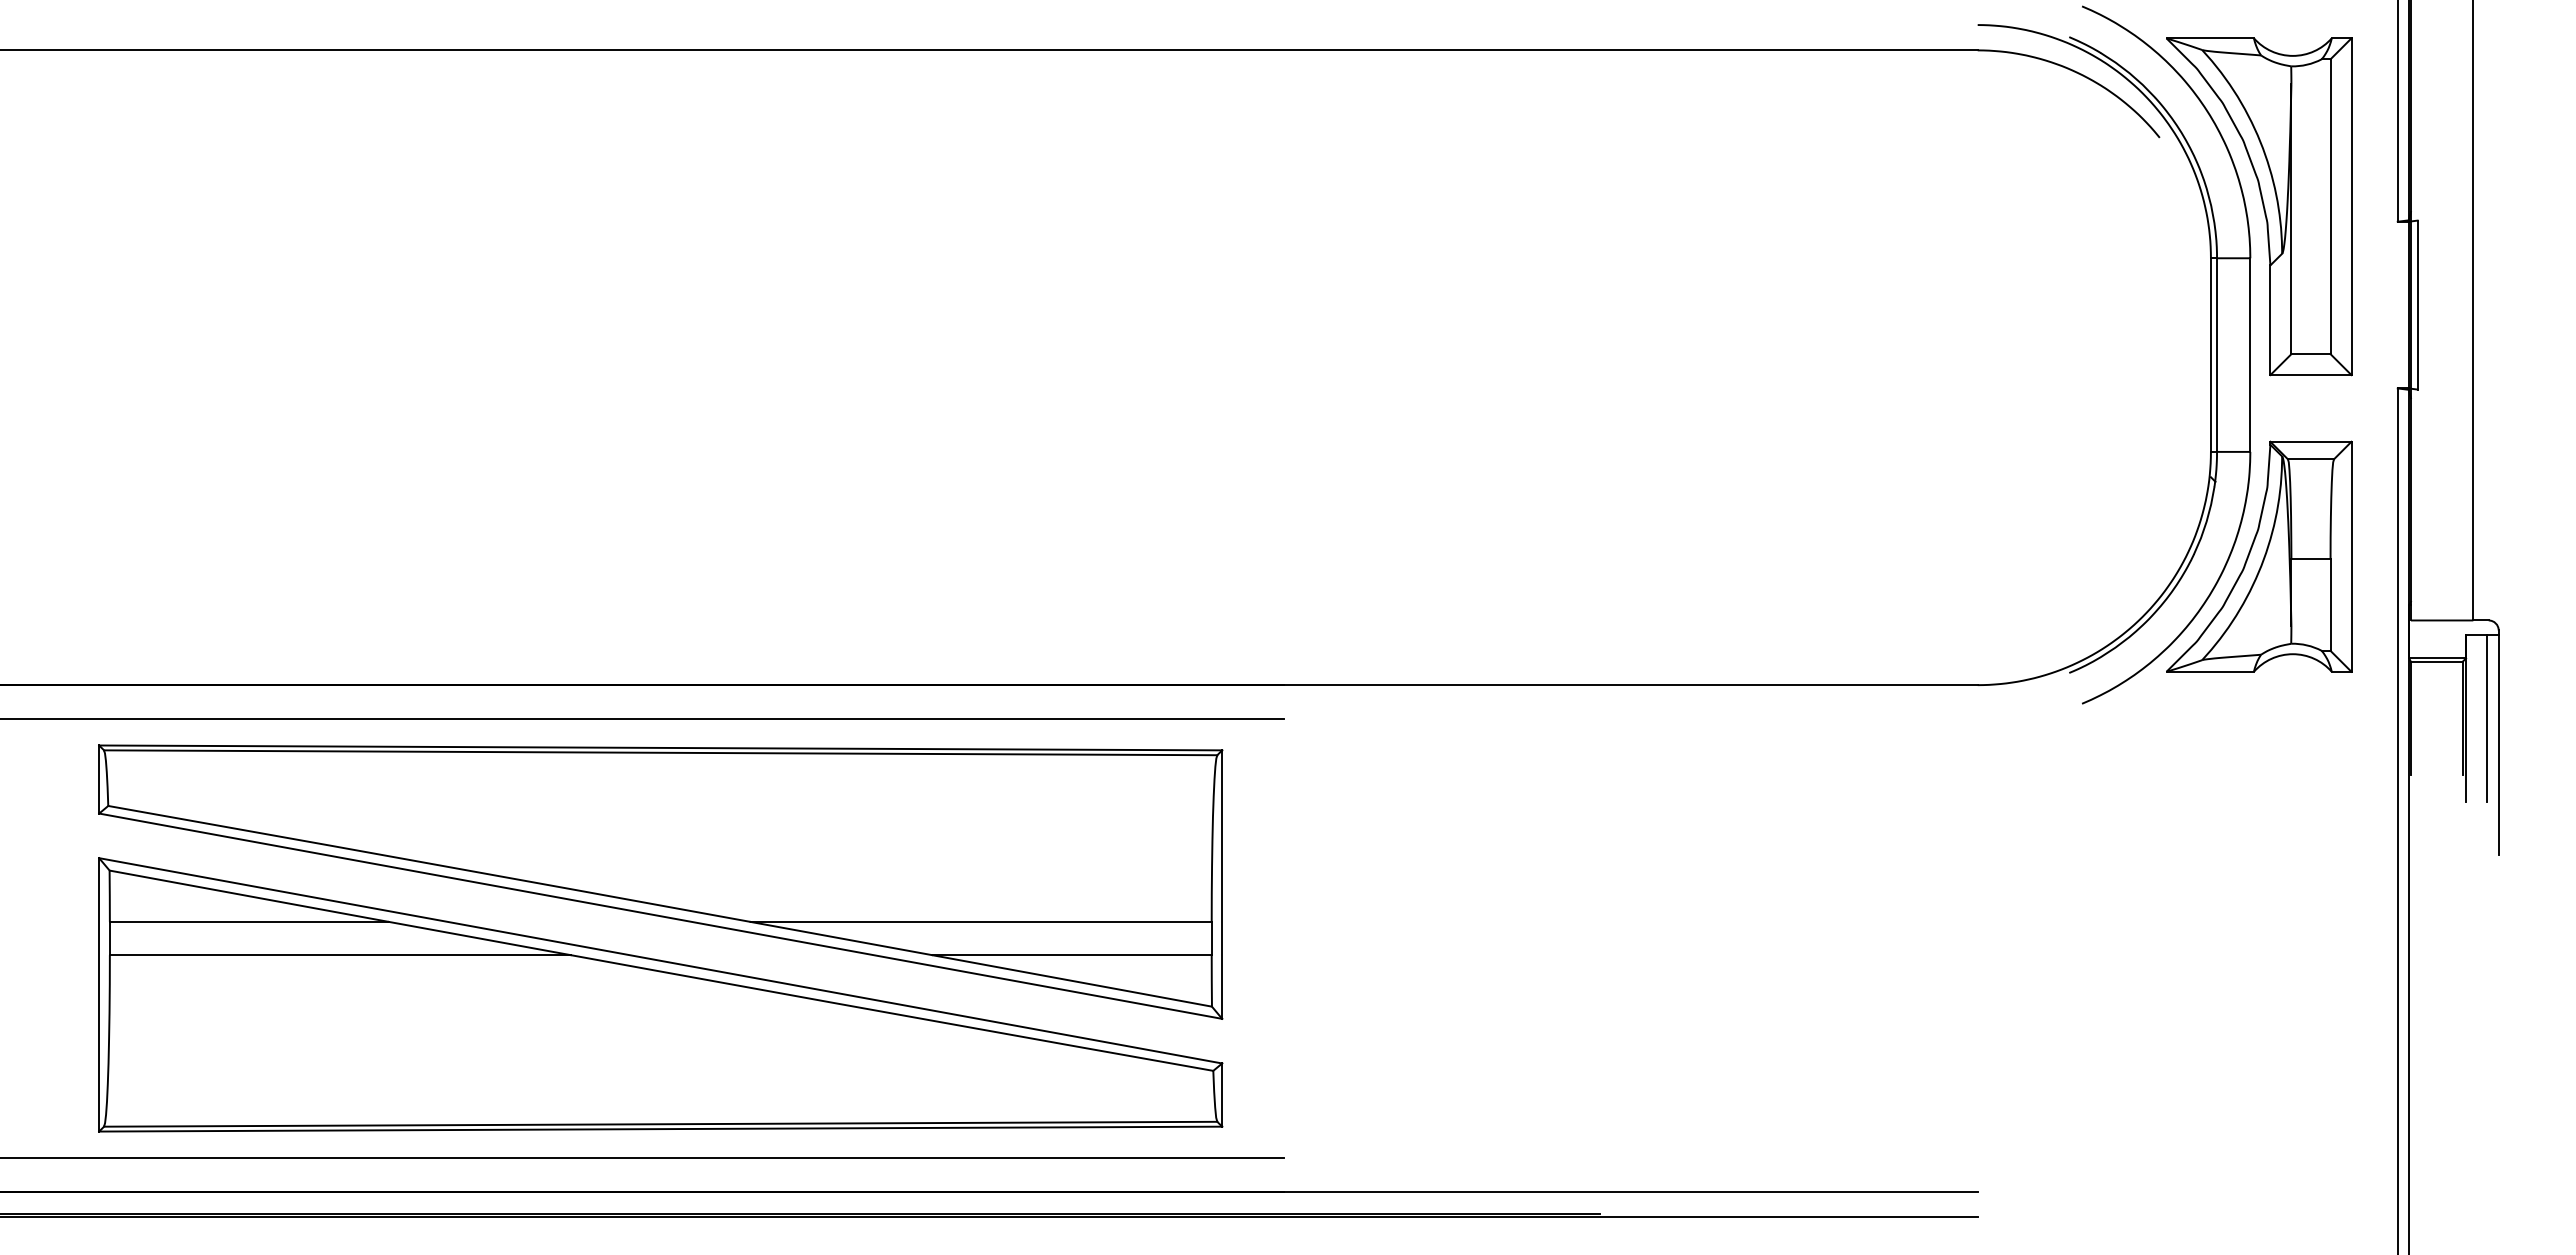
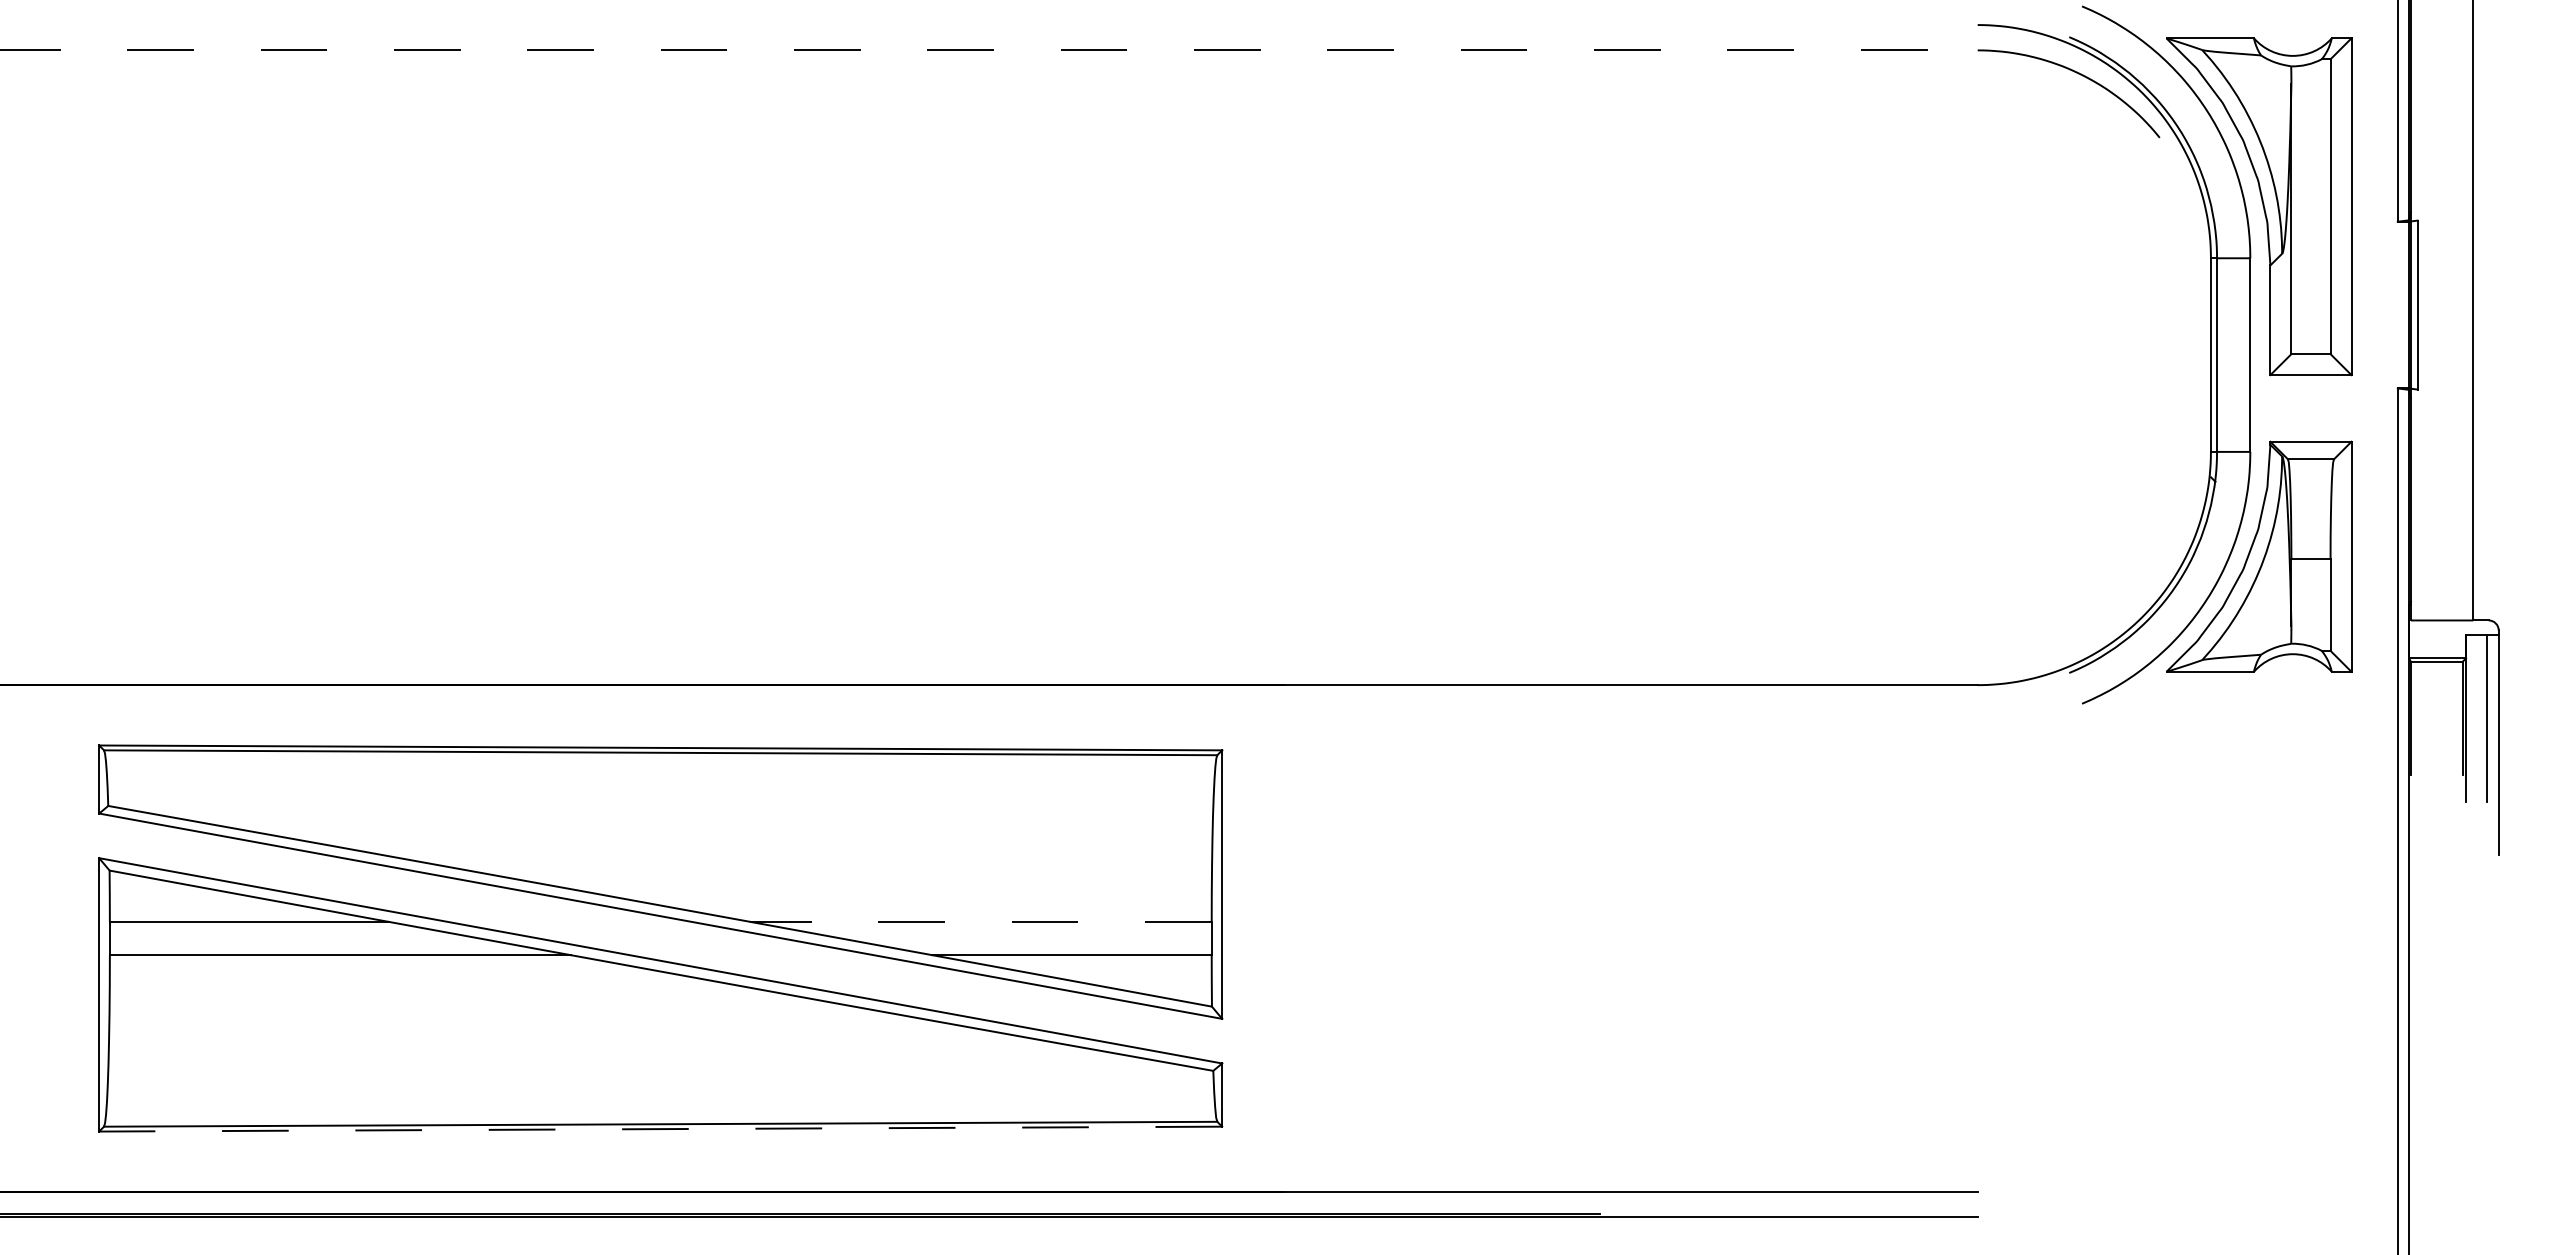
line at (989, 50): solid -> dashed
line at (643, 718): present -> none
line at (981, 921): solid -> dashed
line at (660, 1129): solid -> dashed
line at (643, 1158): present -> none
